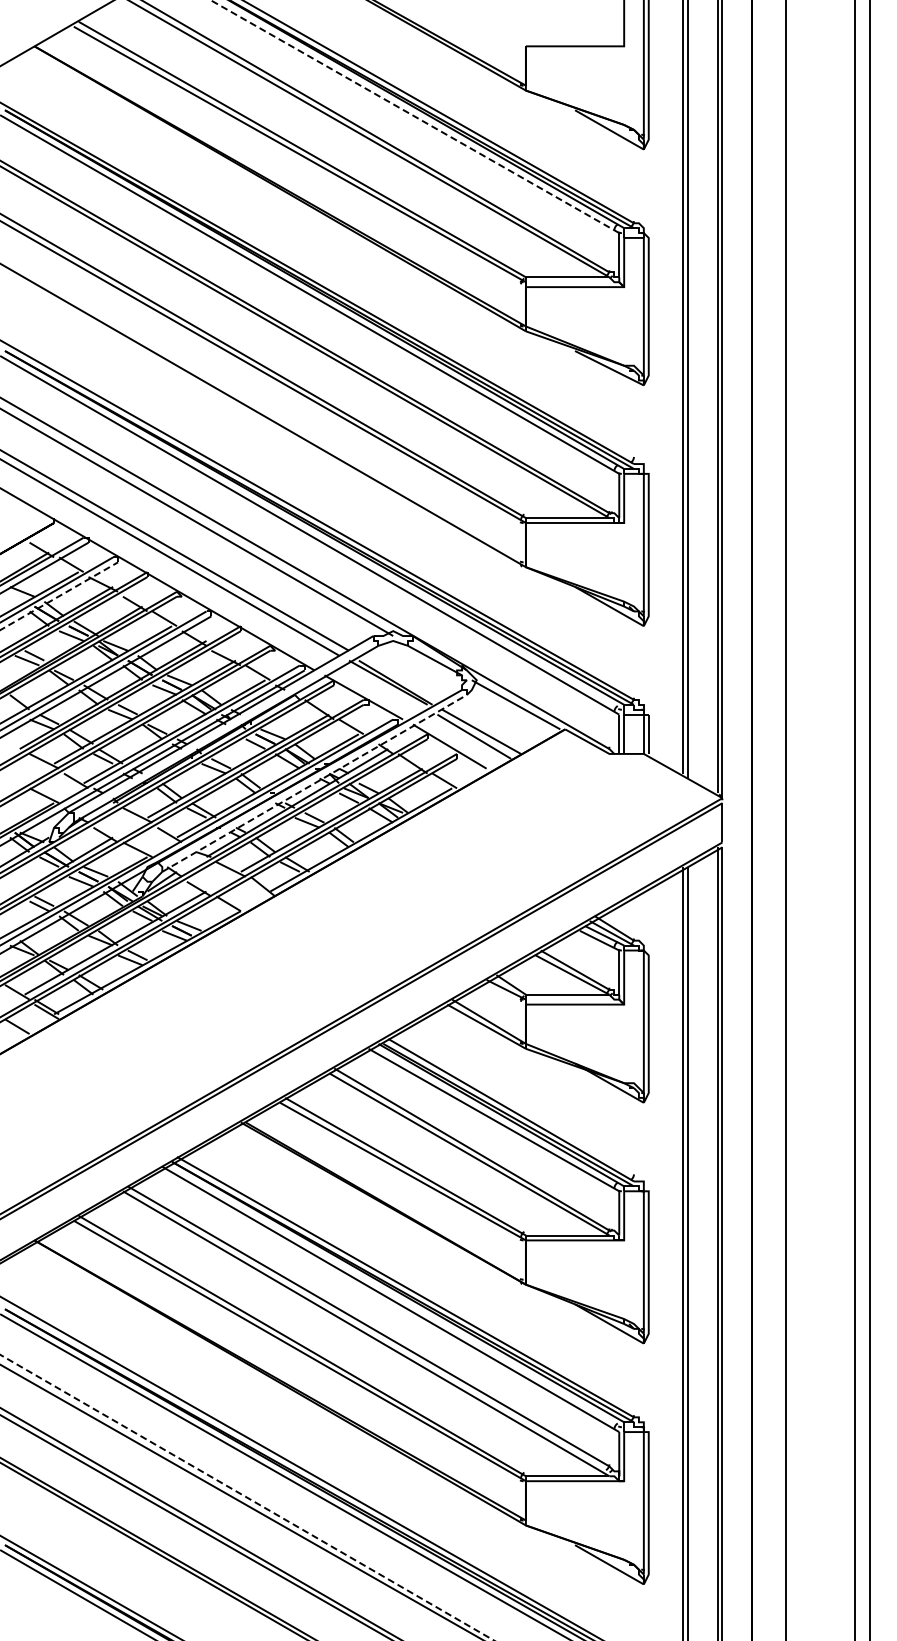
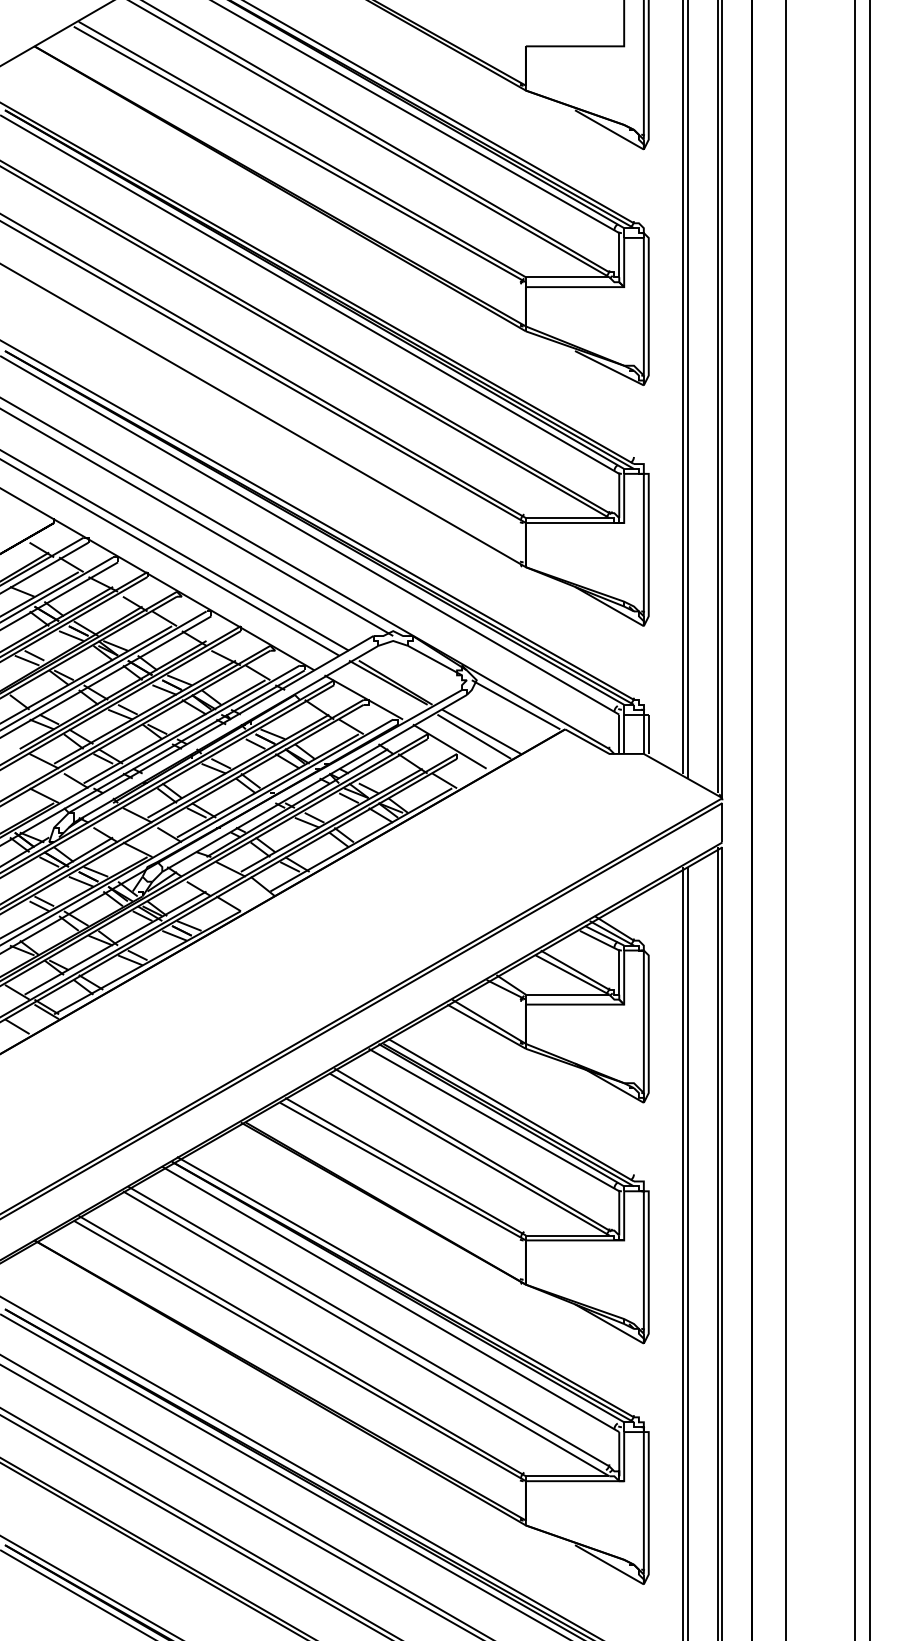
line at (415, 116): dashed -> solid
line at (59, 596): dashed -> solid
line at (315, 783): dashed -> solid
line at (247, 1497): dashed -> solid
